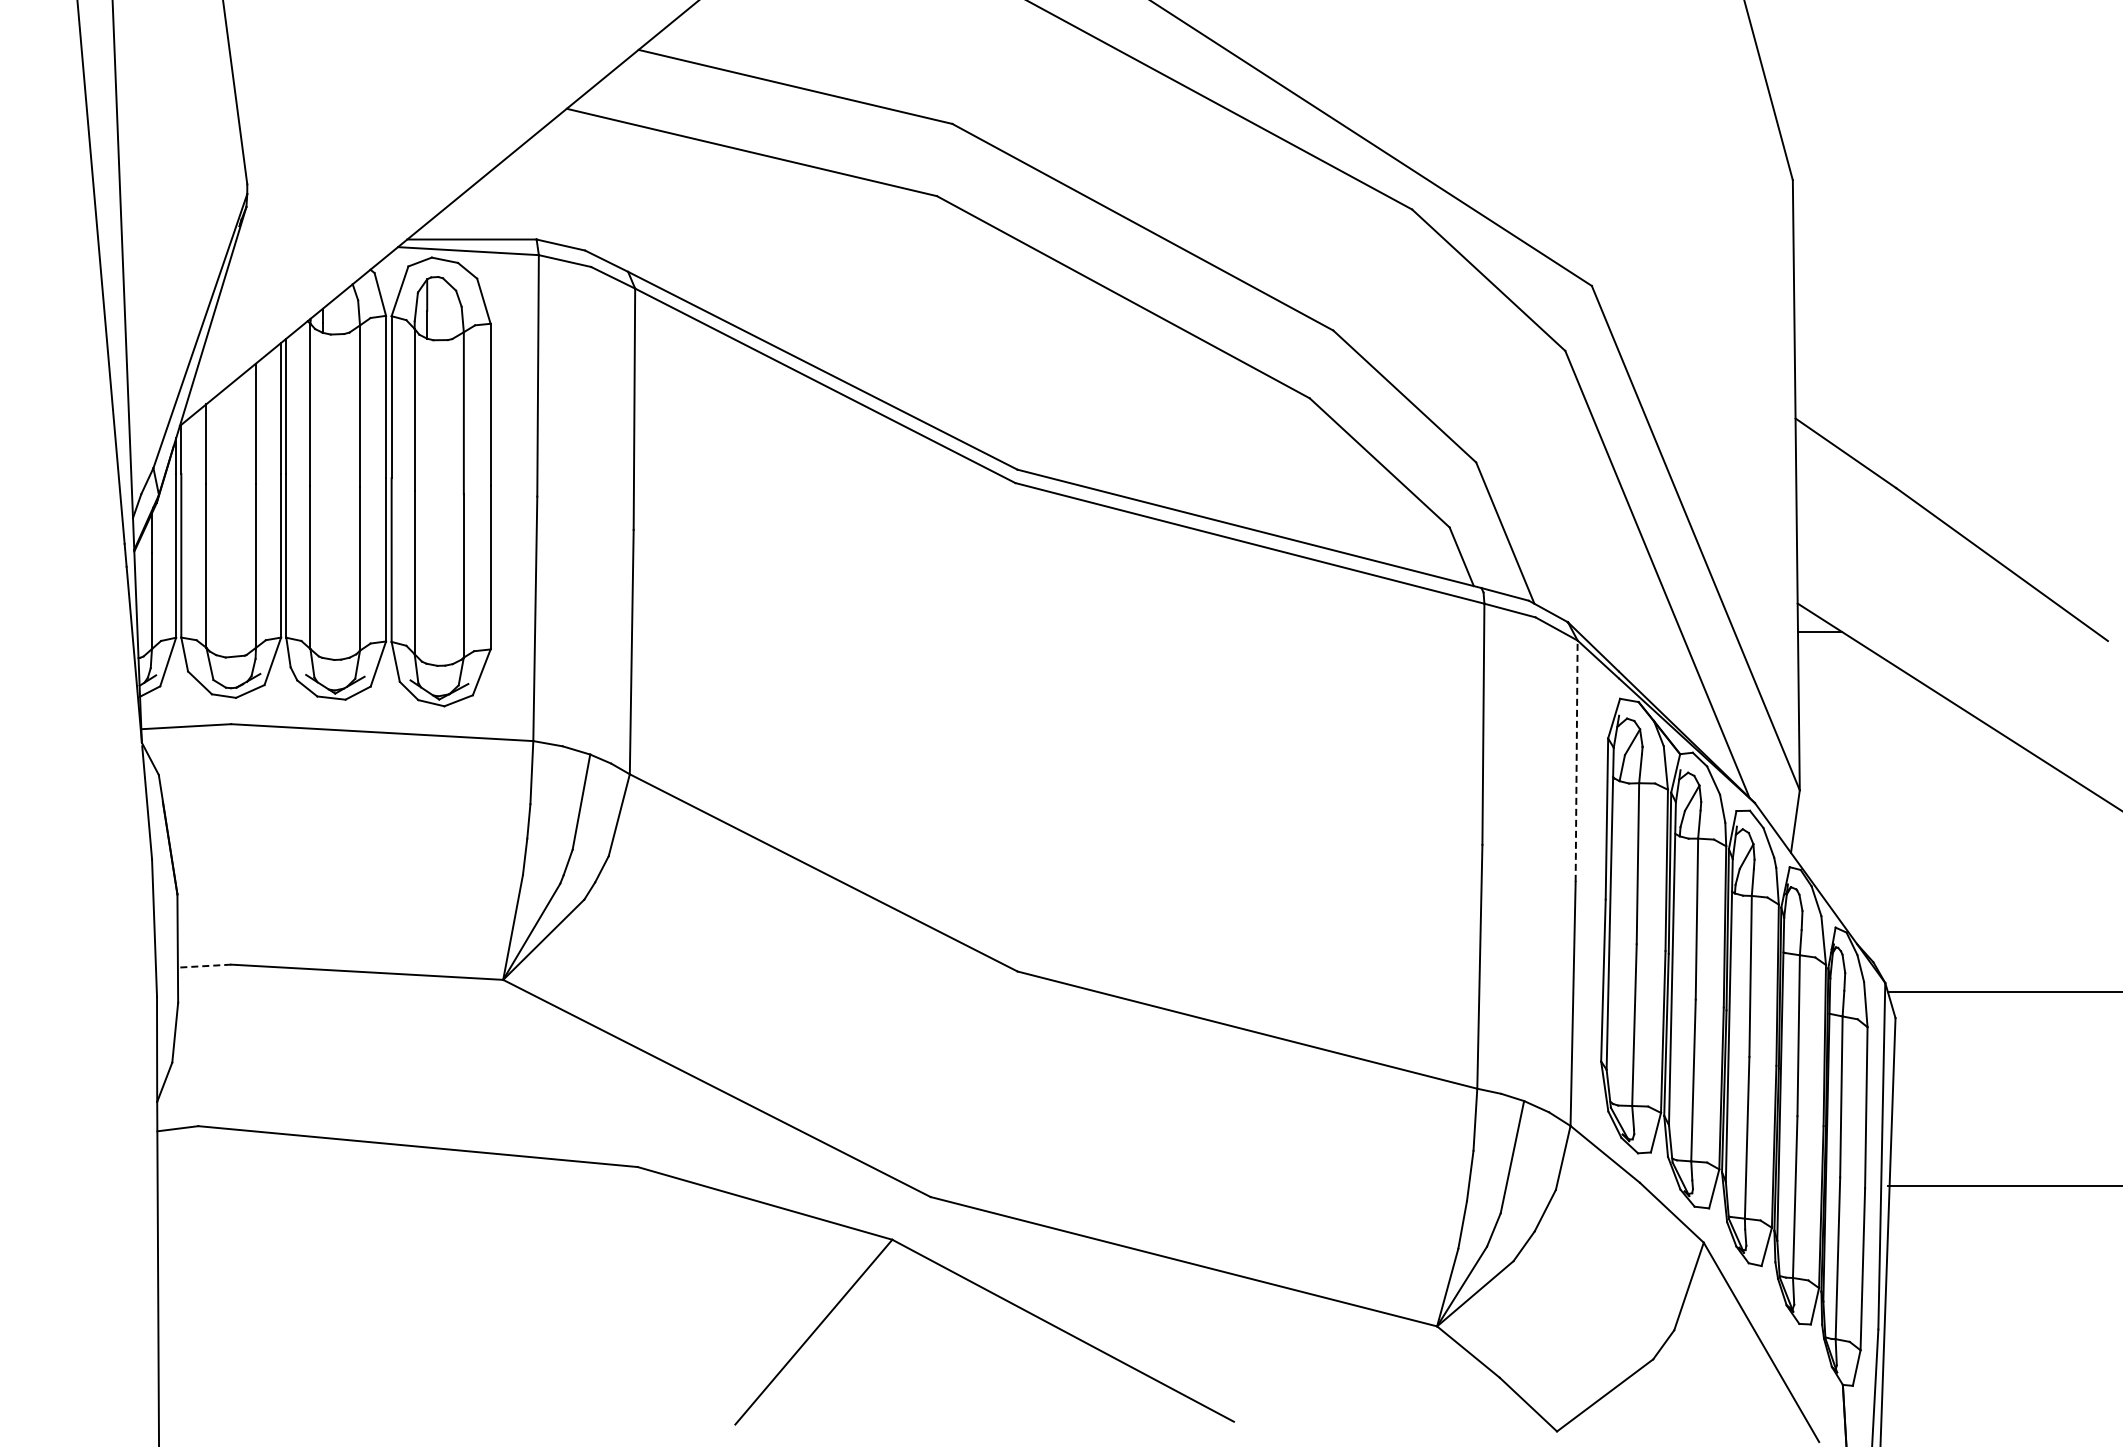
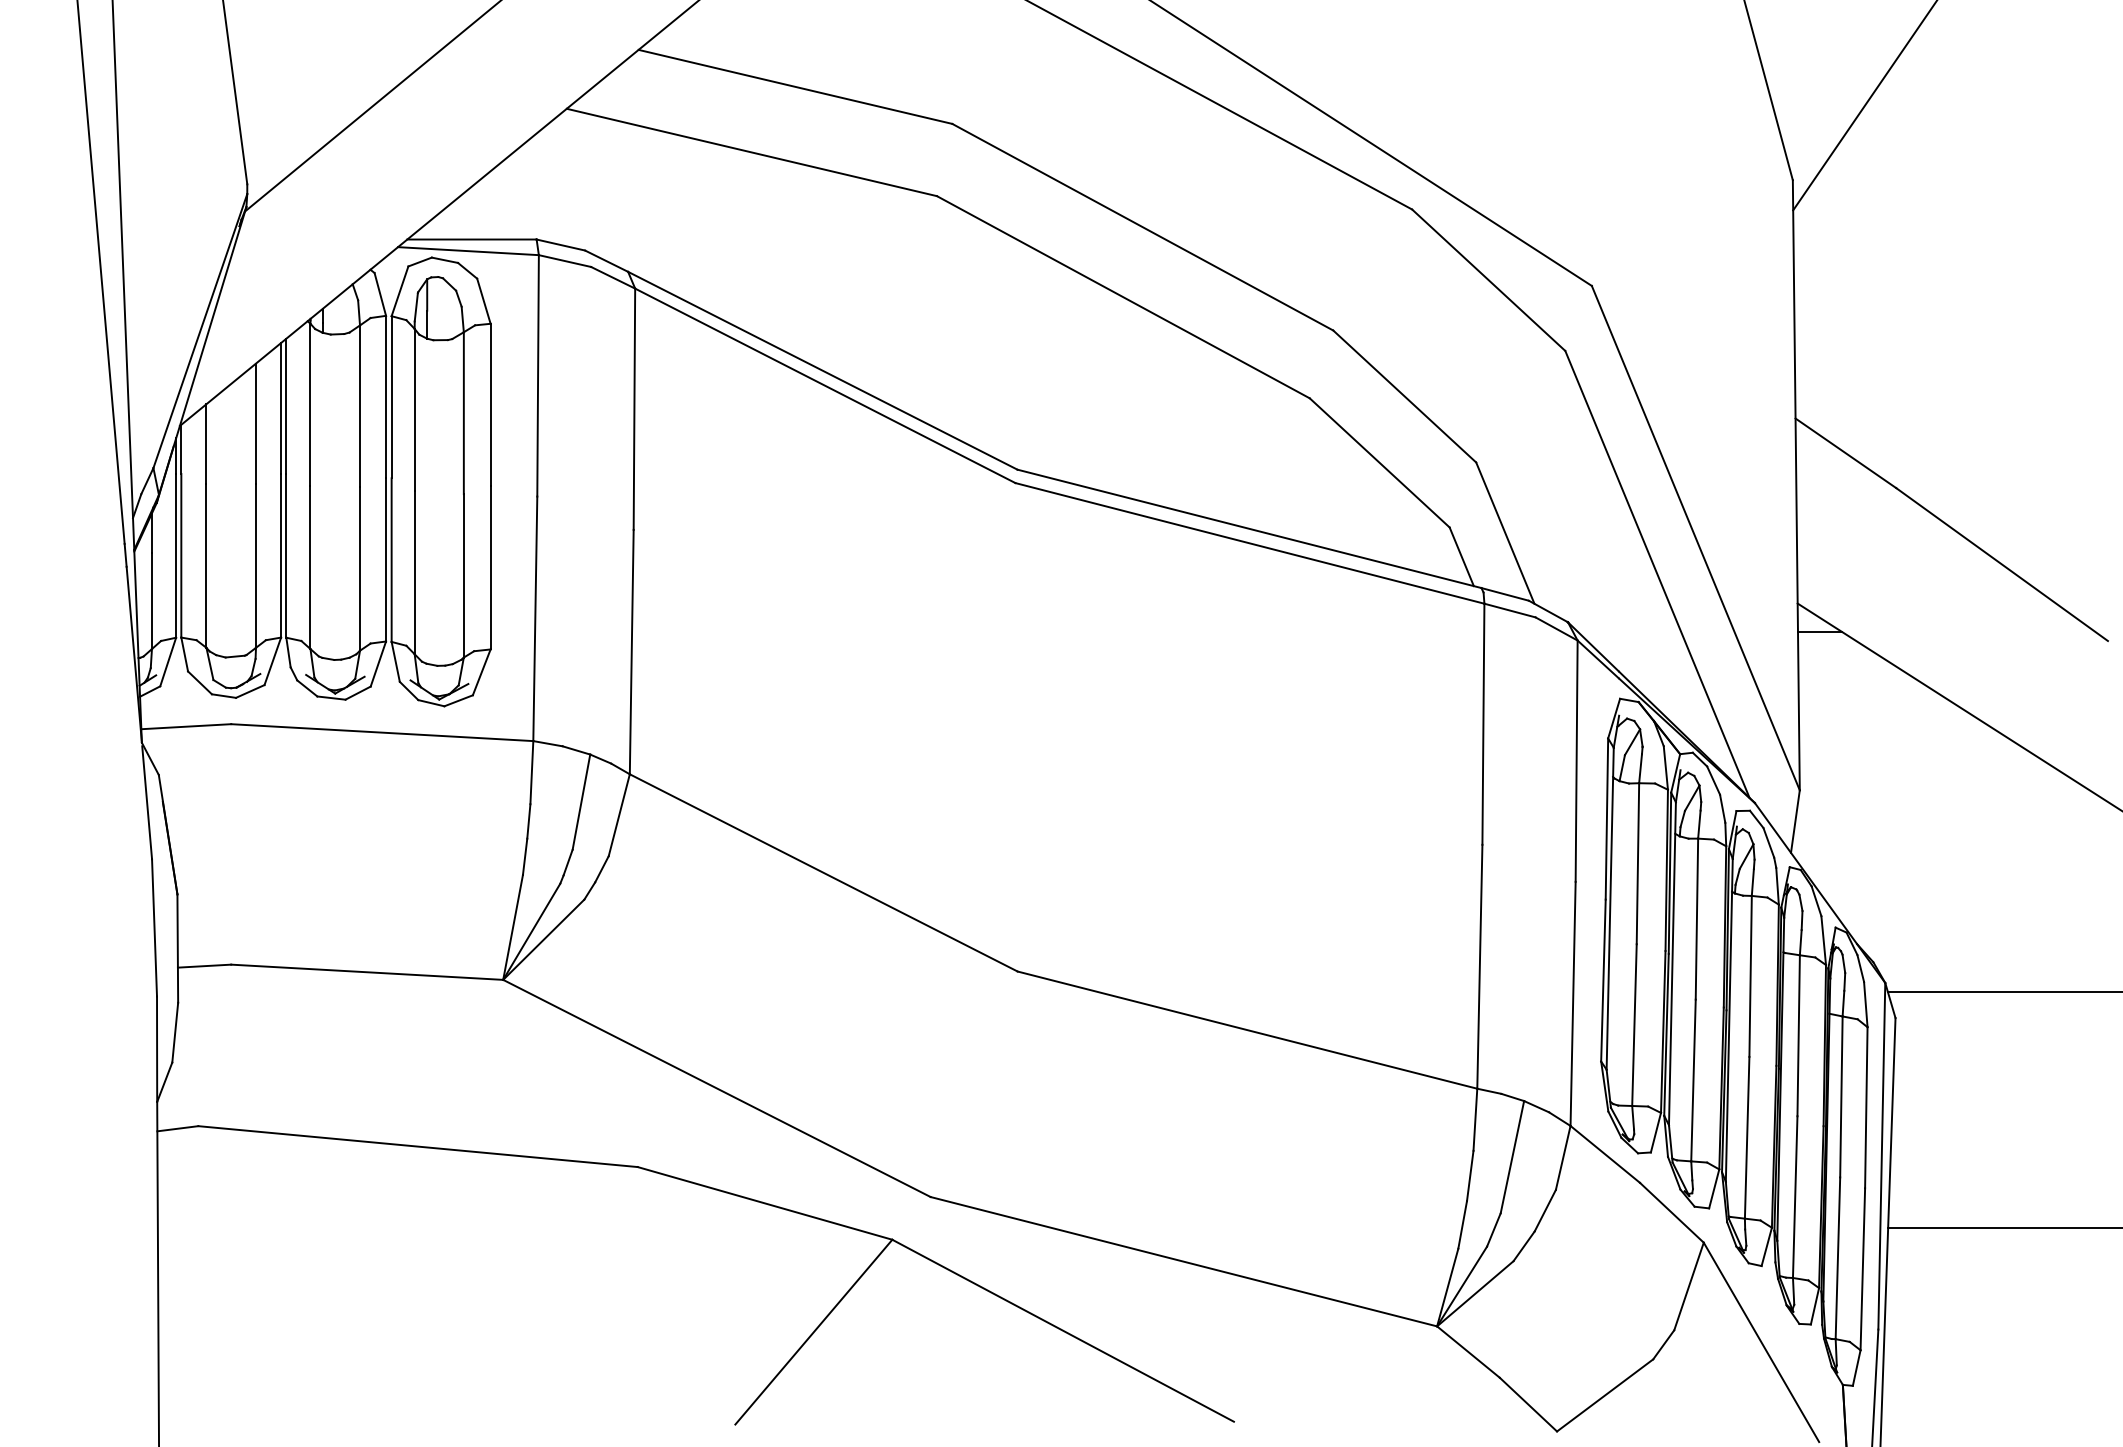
line at (372, 106): none -> present
line at (1864, 106): none -> present
line at (1576, 761): dashed -> solid
line at (204, 966): dashed -> solid
line at (2003, 1186) position: (2003, 1186) -> (2003, 1228)
